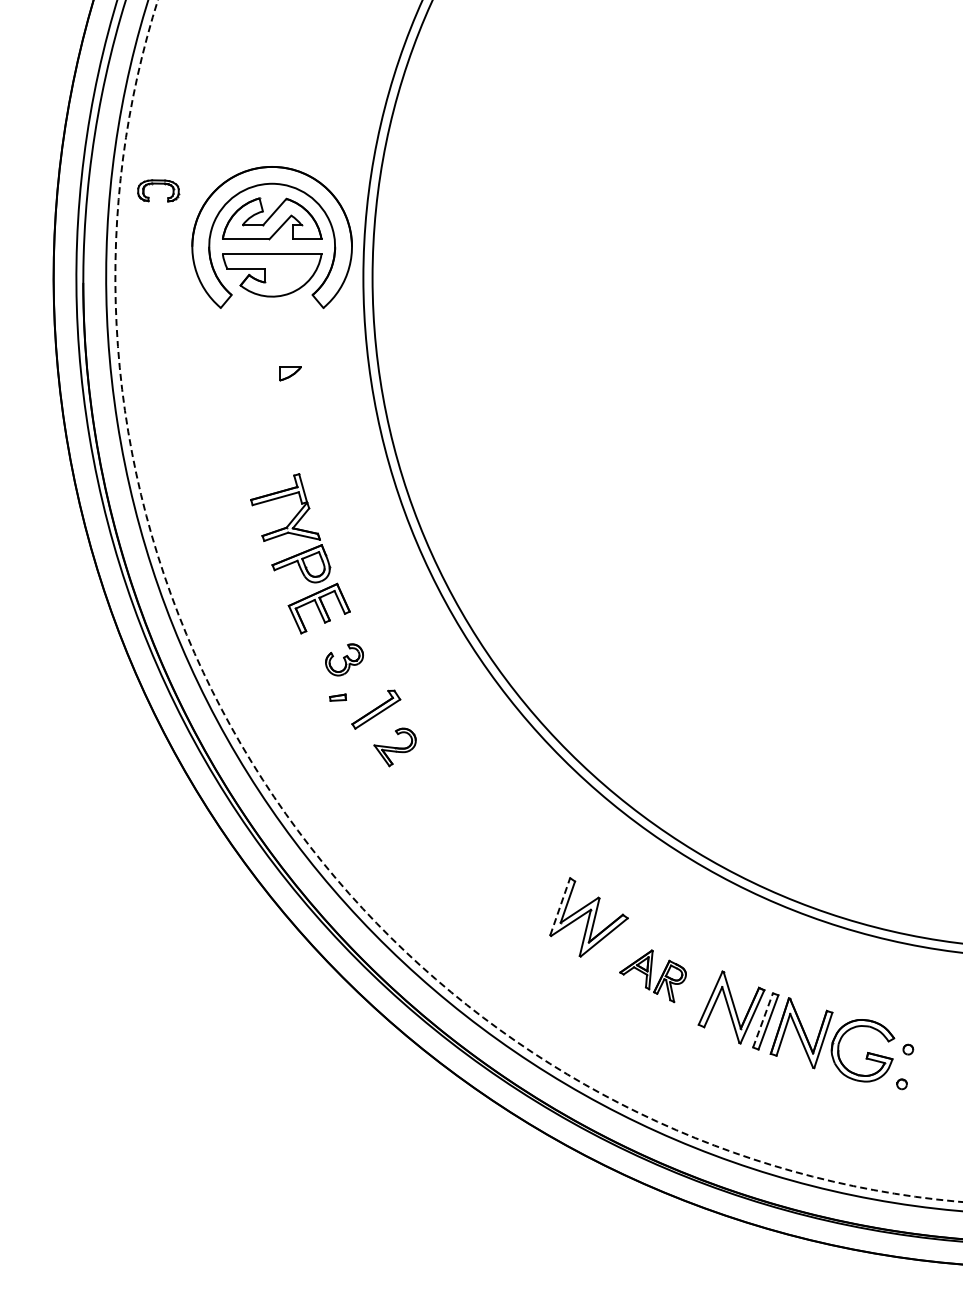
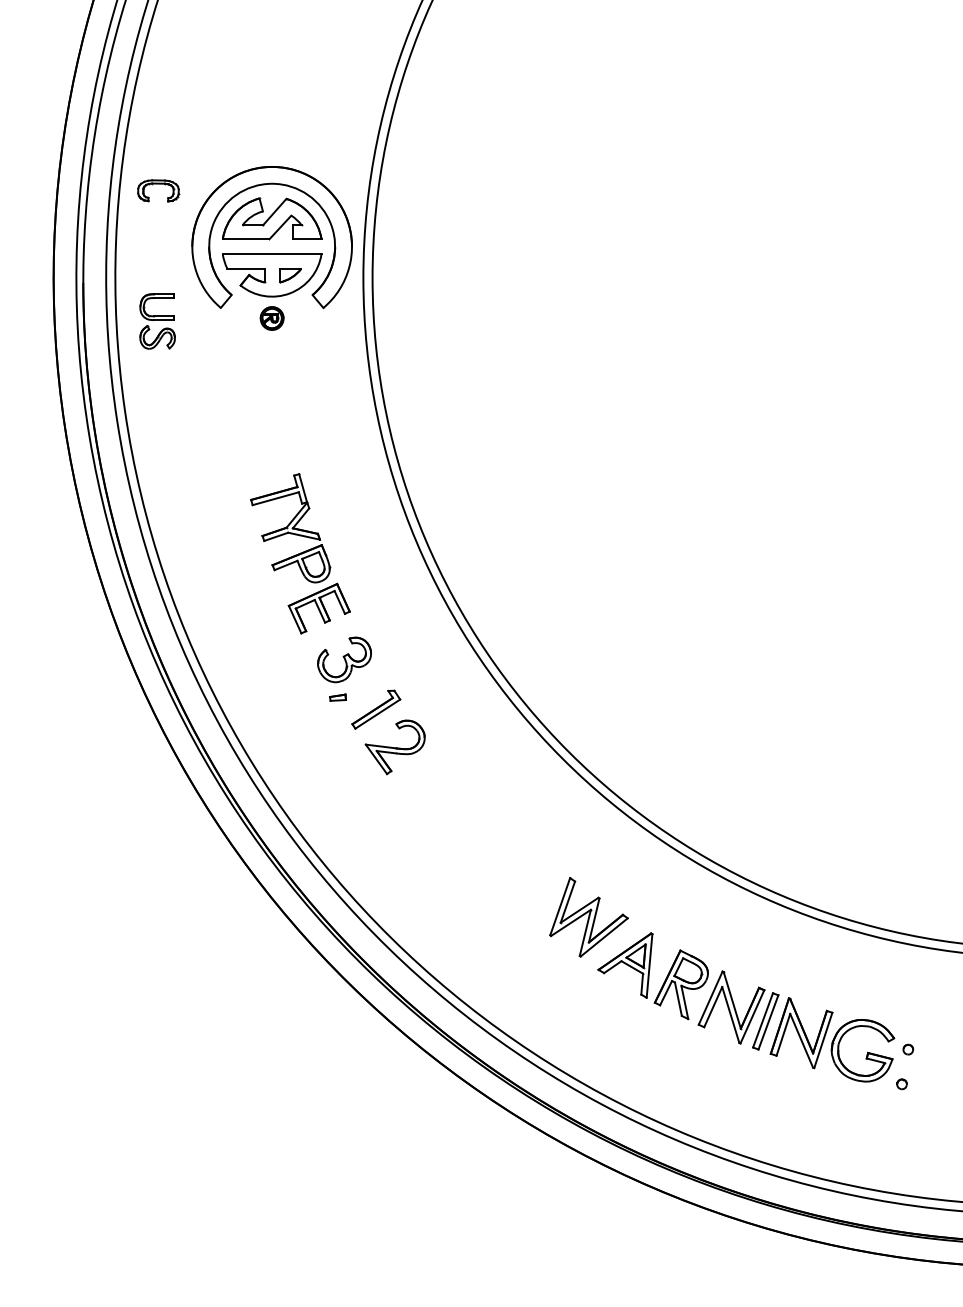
part at (271, 318): none -> present
part at (157, 321): none -> present
part at (290, 373) position: (290, 373) -> (290, 275)
part at (344, 659) size: 39x34 px -> 55x48 px
part at (394, 747) size: 44x41 px -> 62x57 px
arc at (274, 797): dashed -> solid
line at (560, 906): dashed -> solid
part at (652, 976) size: 68x55 px -> 112x89 px
line at (763, 1020): dashed -> solid
